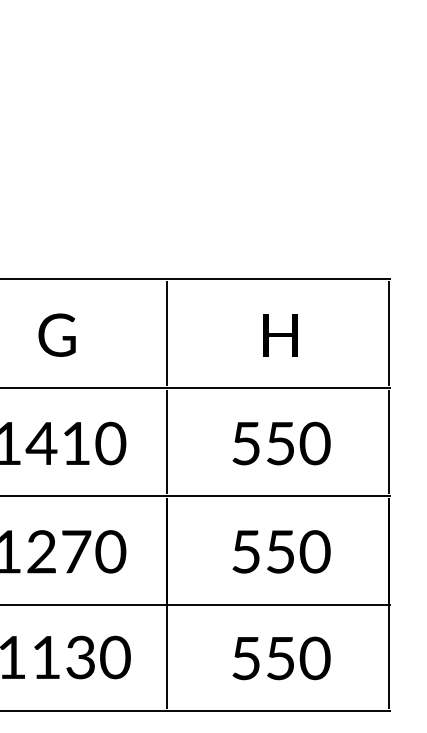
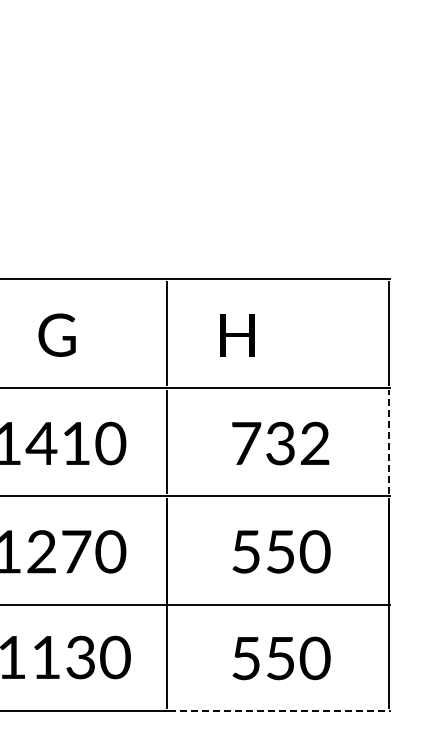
text at (280, 335) position: (280, 335) -> (237, 335)
line at (389, 441): solid -> dashed
text at (281, 443): 550 -> 732
line at (280, 711): solid -> dashed
